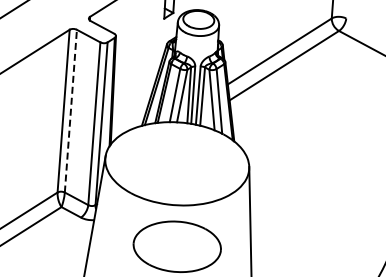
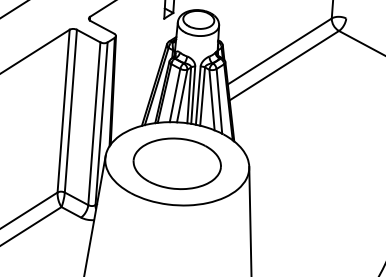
line at (70, 111): dashed -> solid
part at (176, 246) position: (176, 246) -> (176, 163)
